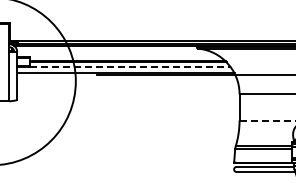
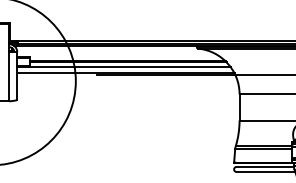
line at (130, 66): dashed -> solid
line at (267, 120): dashed -> solid
